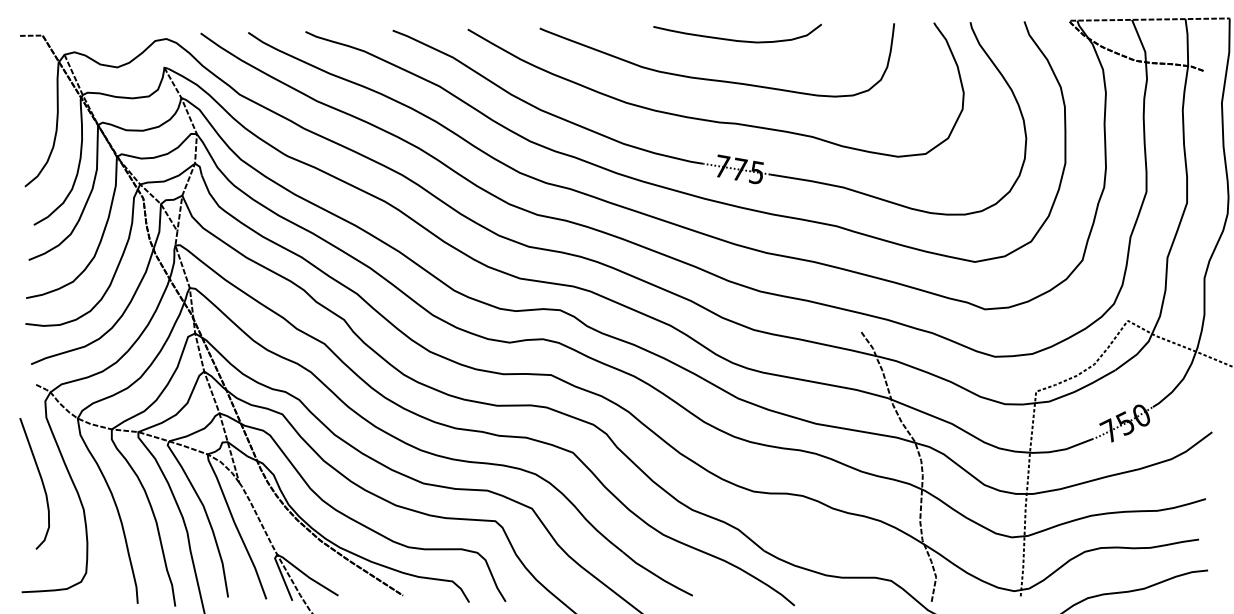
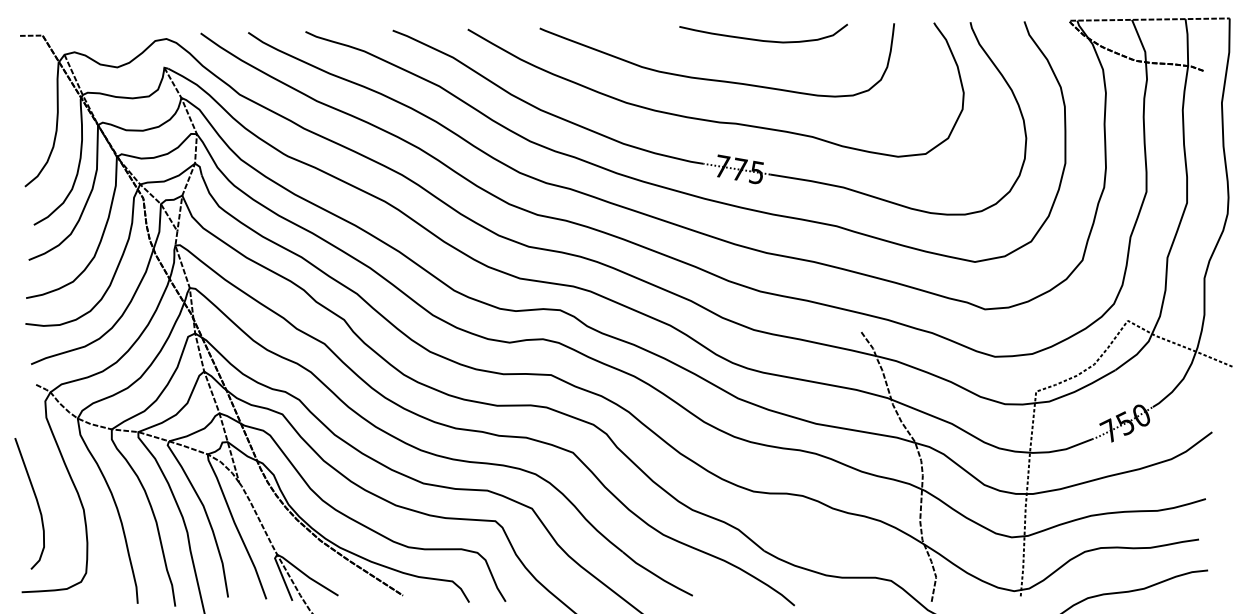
curve at (735, 39) position: (735, 39) -> (761, 39)
curve at (41, 482) position: (41, 482) -> (36, 502)
